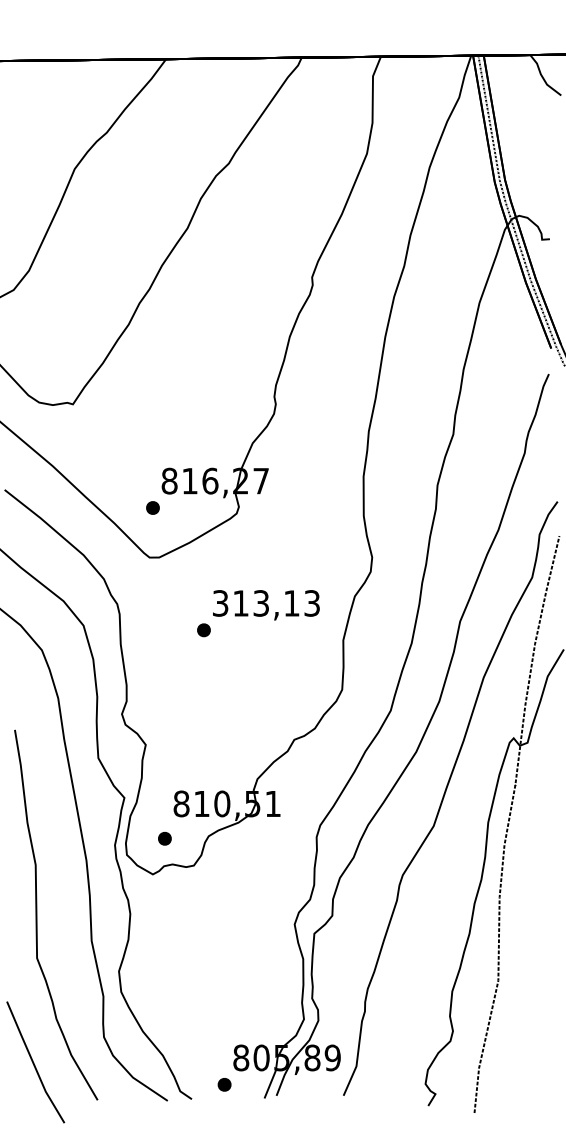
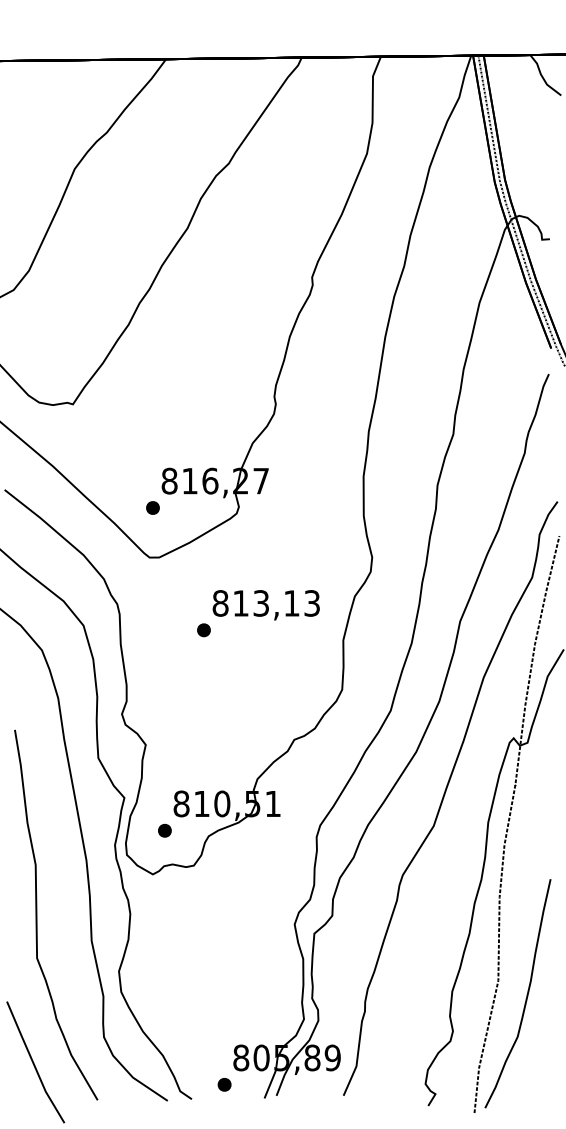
text at (220, 603): 313,13 -> 813,13
part at (164, 838) position: (164, 838) -> (164, 830)
part at (526, 994): none -> present
